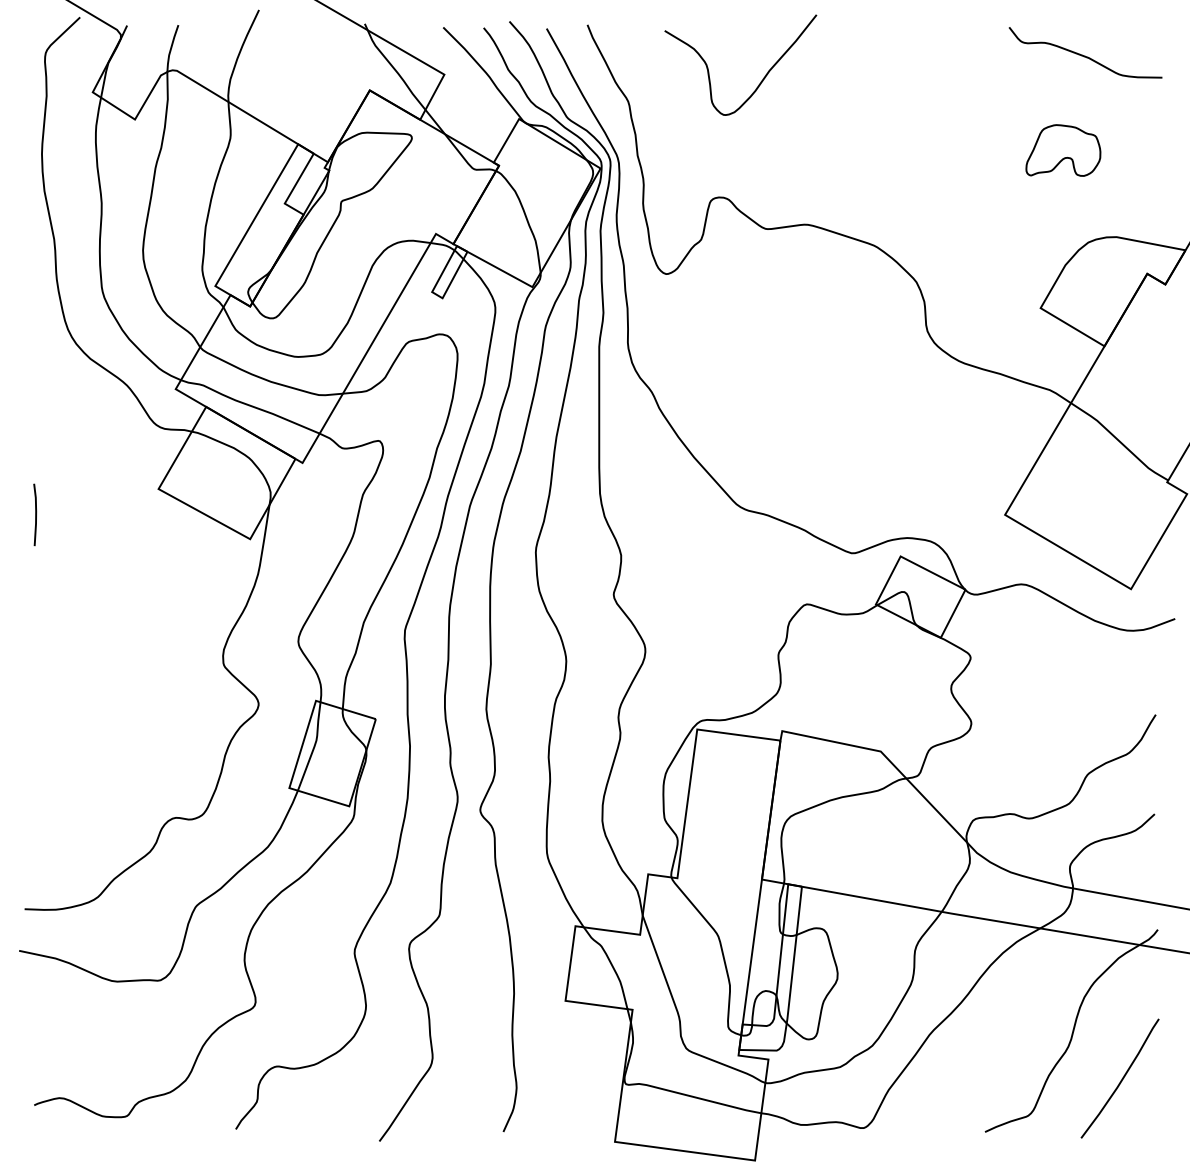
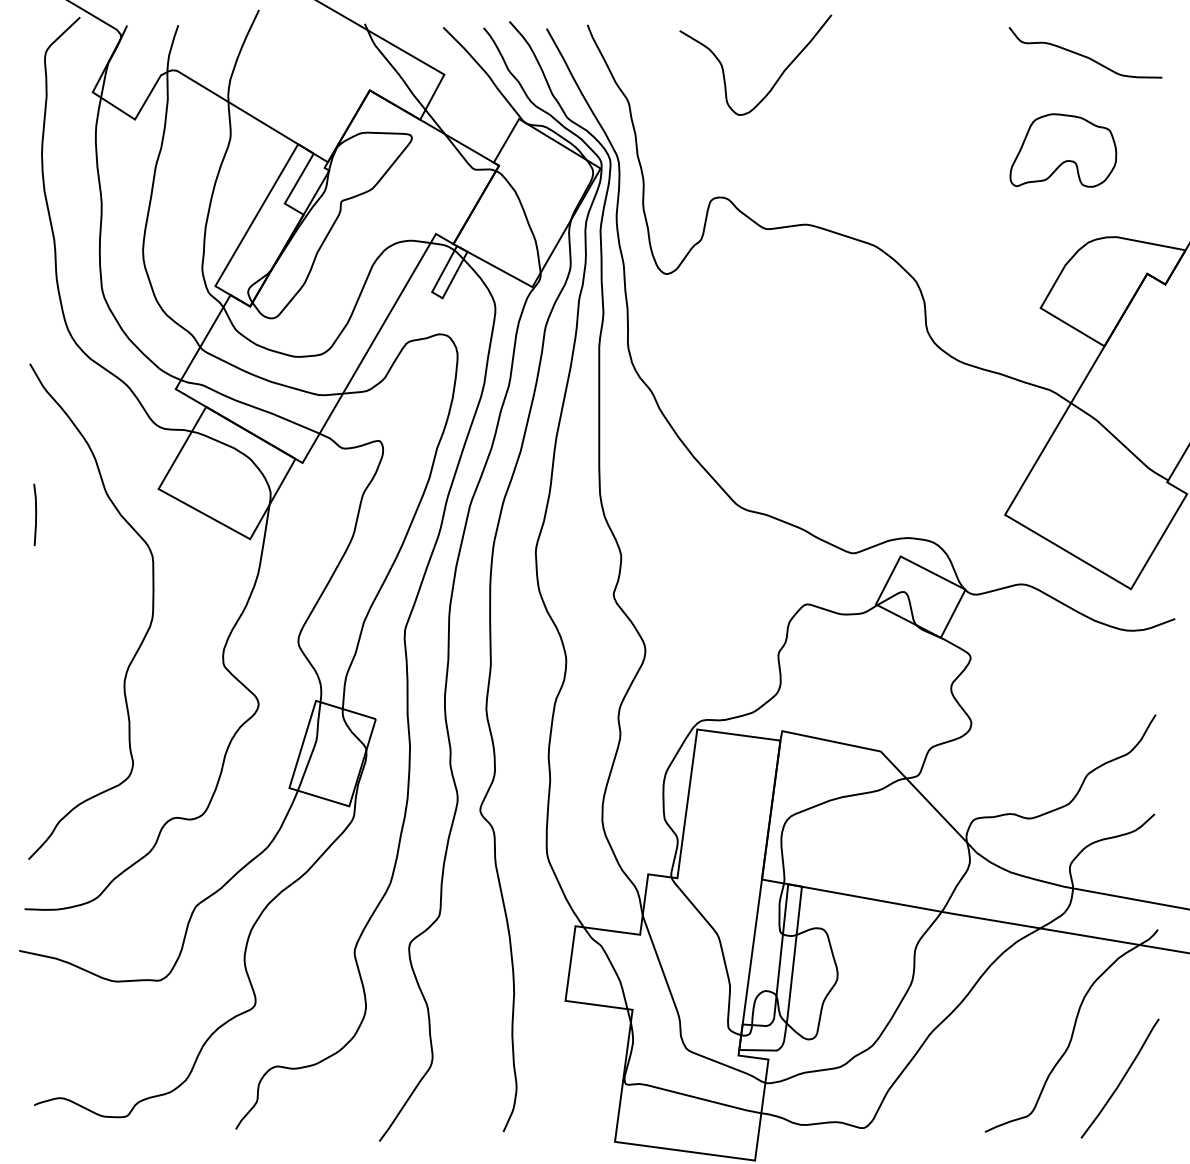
curve at (760, 81) position: (760, 81) -> (775, 81)
part at (1063, 150) size: 77x53 px -> 109x75 px
curve at (143, 637): none -> present
